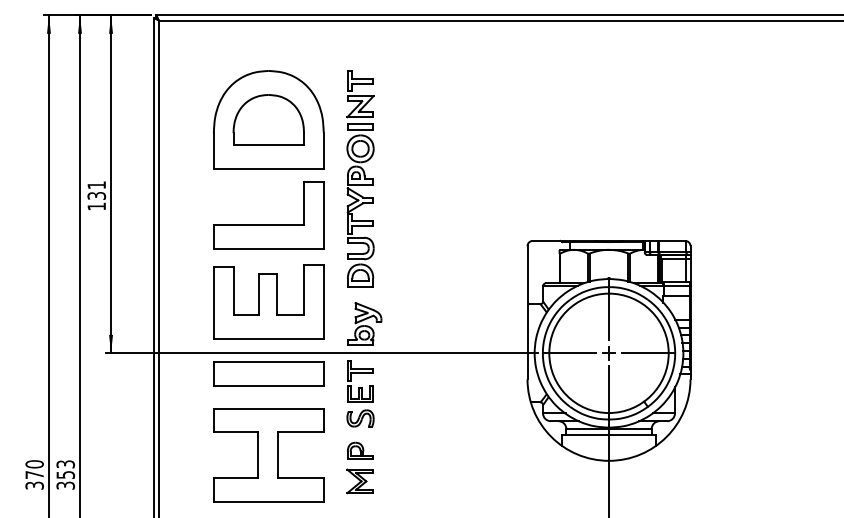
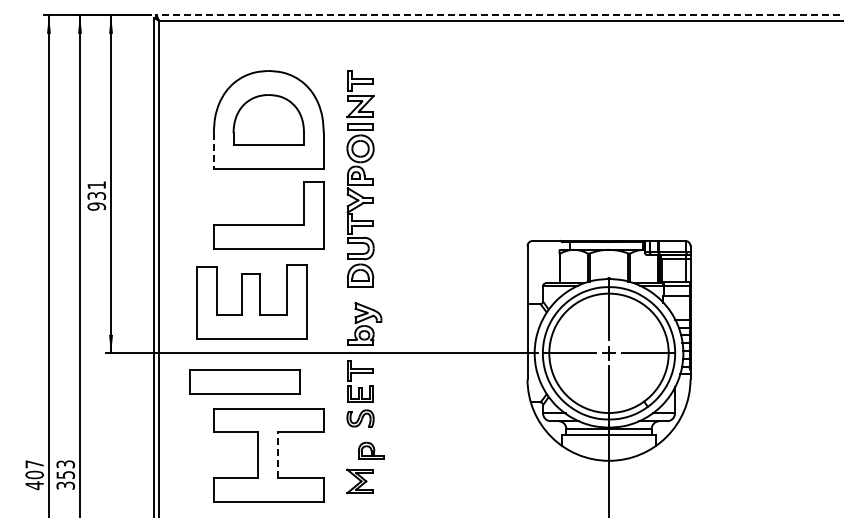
line at (499, 15): solid -> dashed
line at (213, 150): solid -> dashed
text at (96, 206): 131 -> 931
part at (268, 301) position: (268, 301) -> (251, 301)
part at (268, 373) position: (268, 373) -> (244, 381)
part at (360, 450) position: (360, 450) -> (371, 450)
line at (277, 455): solid -> dashed
text at (34, 475): 370 -> 407
